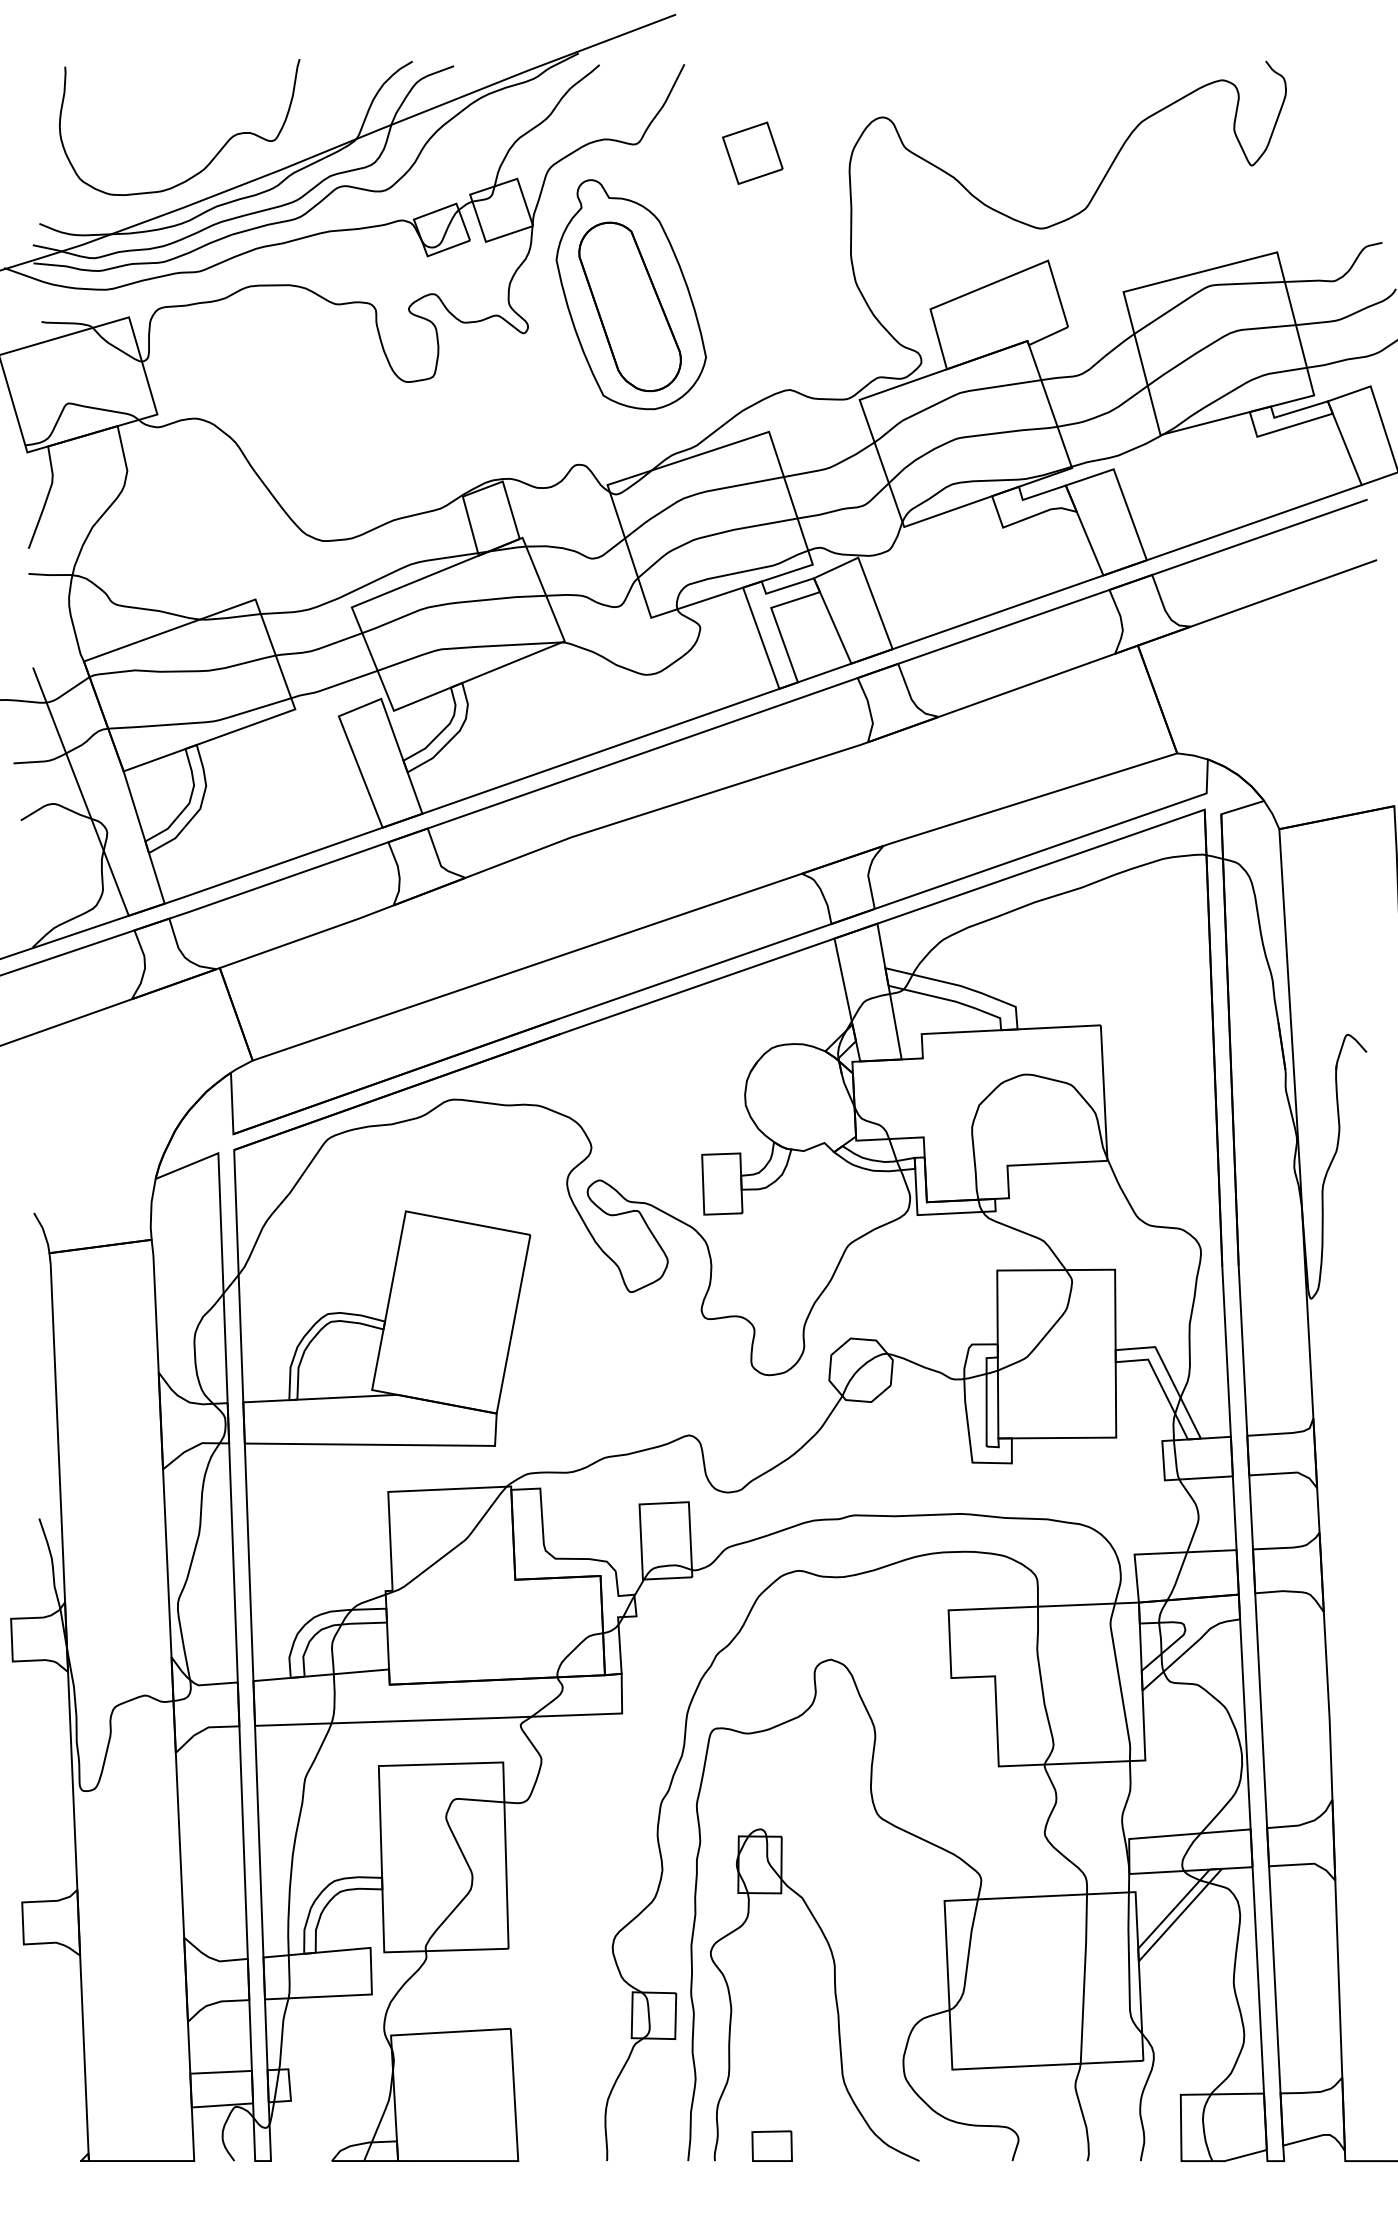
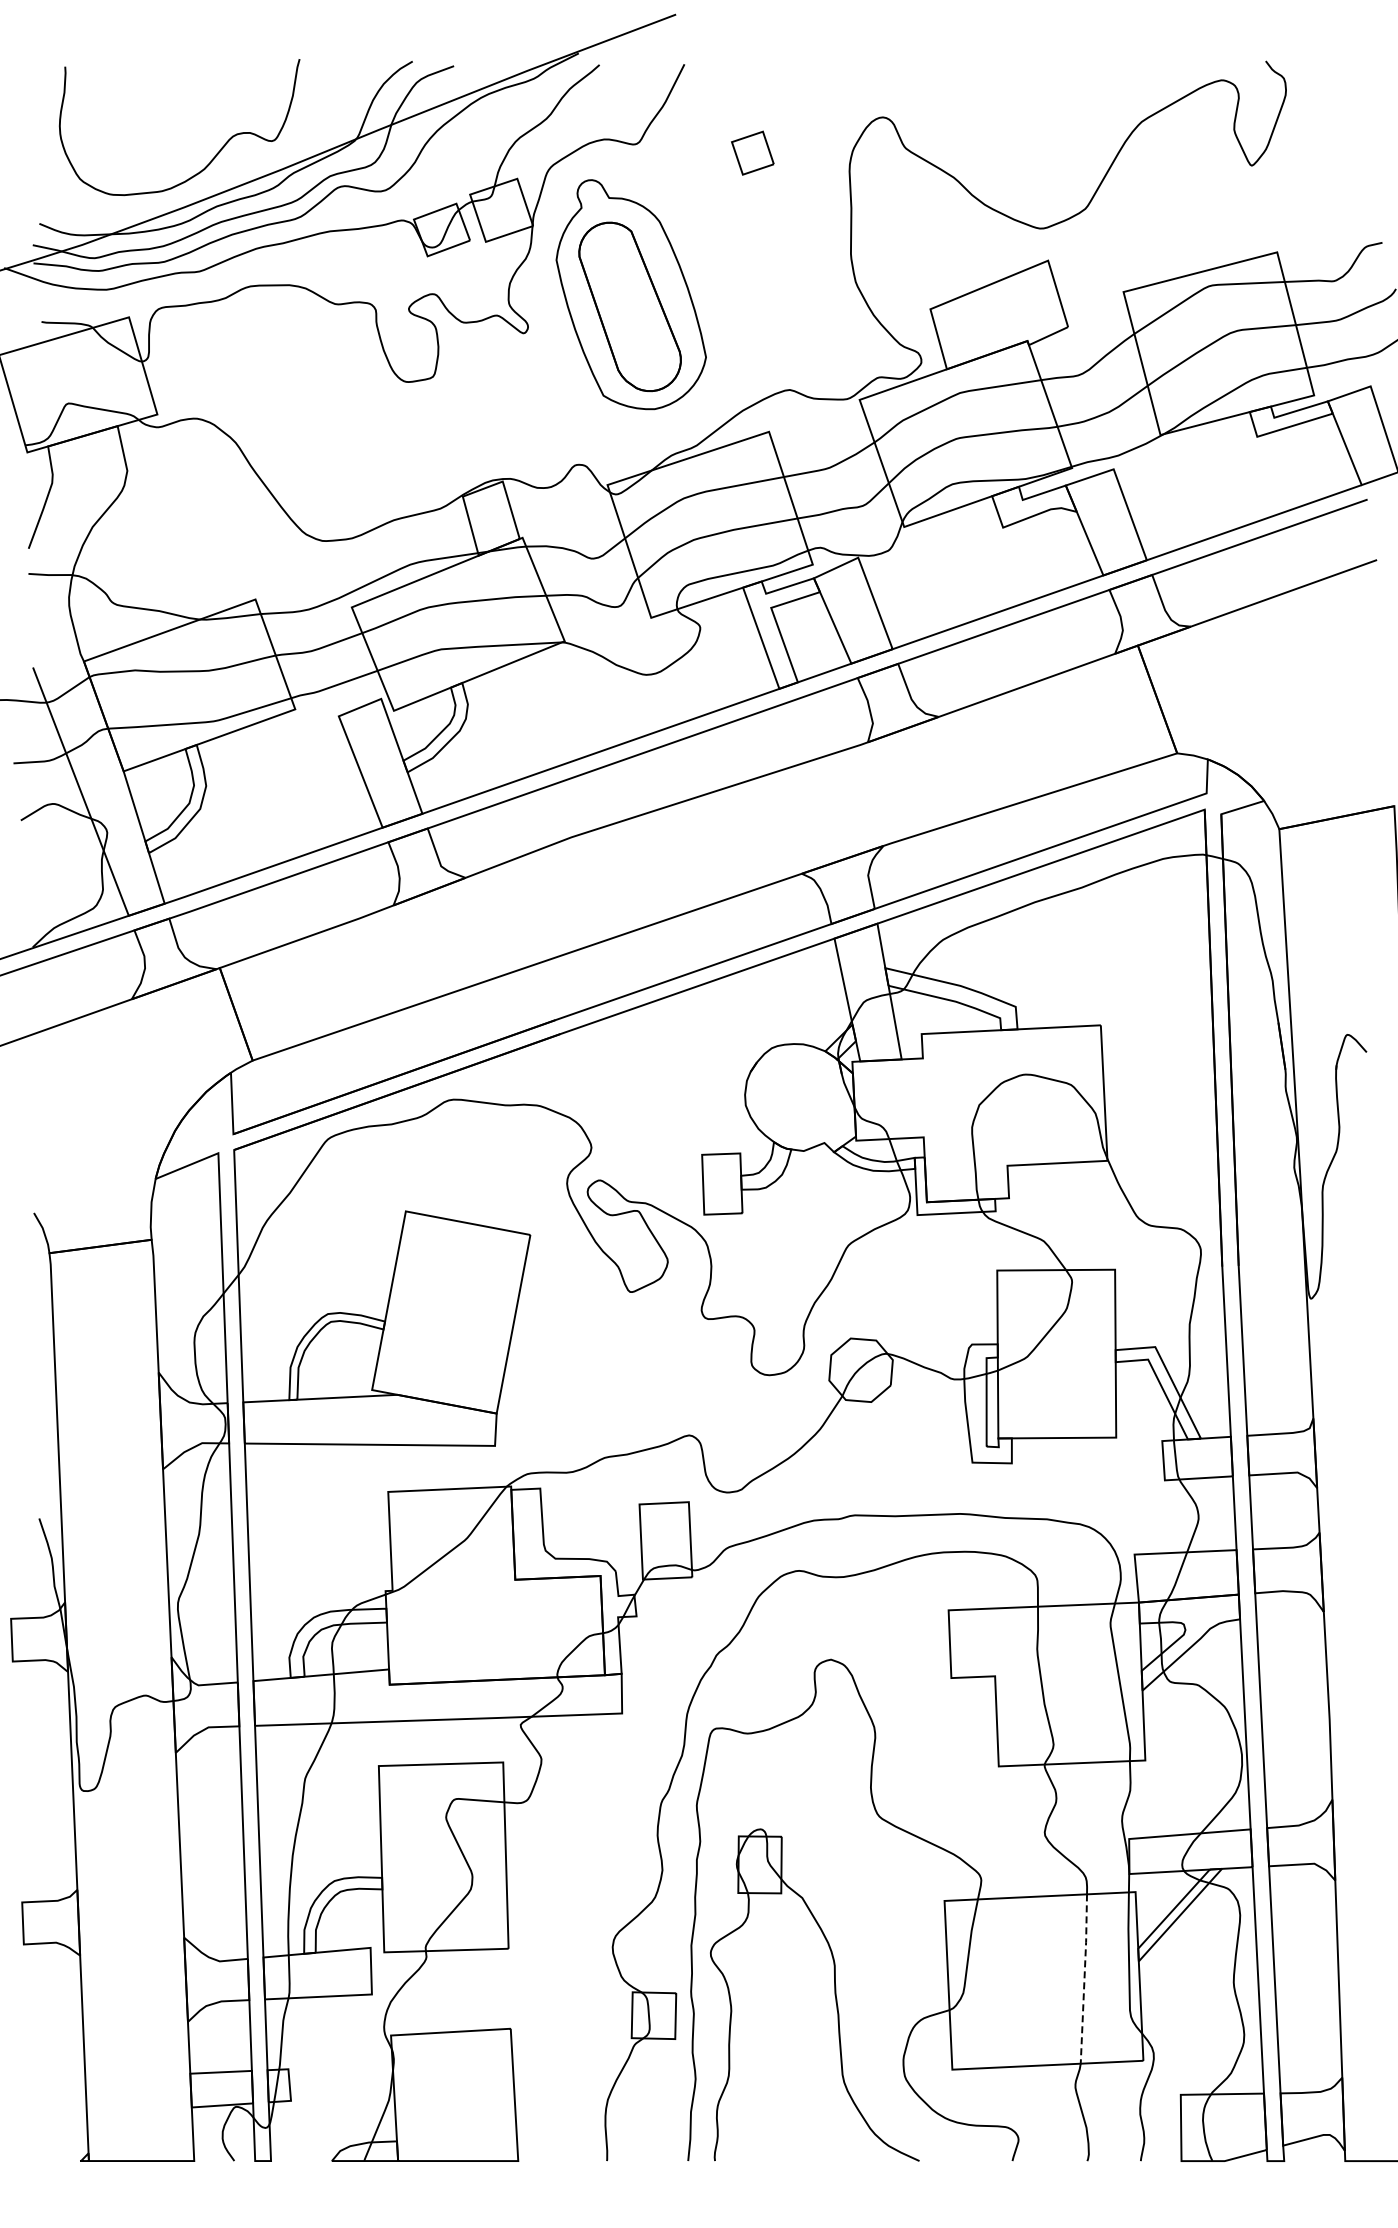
part at (752, 152) size: 62x64 px -> 44x46 px
line at (1084, 1979): solid -> dashed
part at (771, 2145): present -> none
